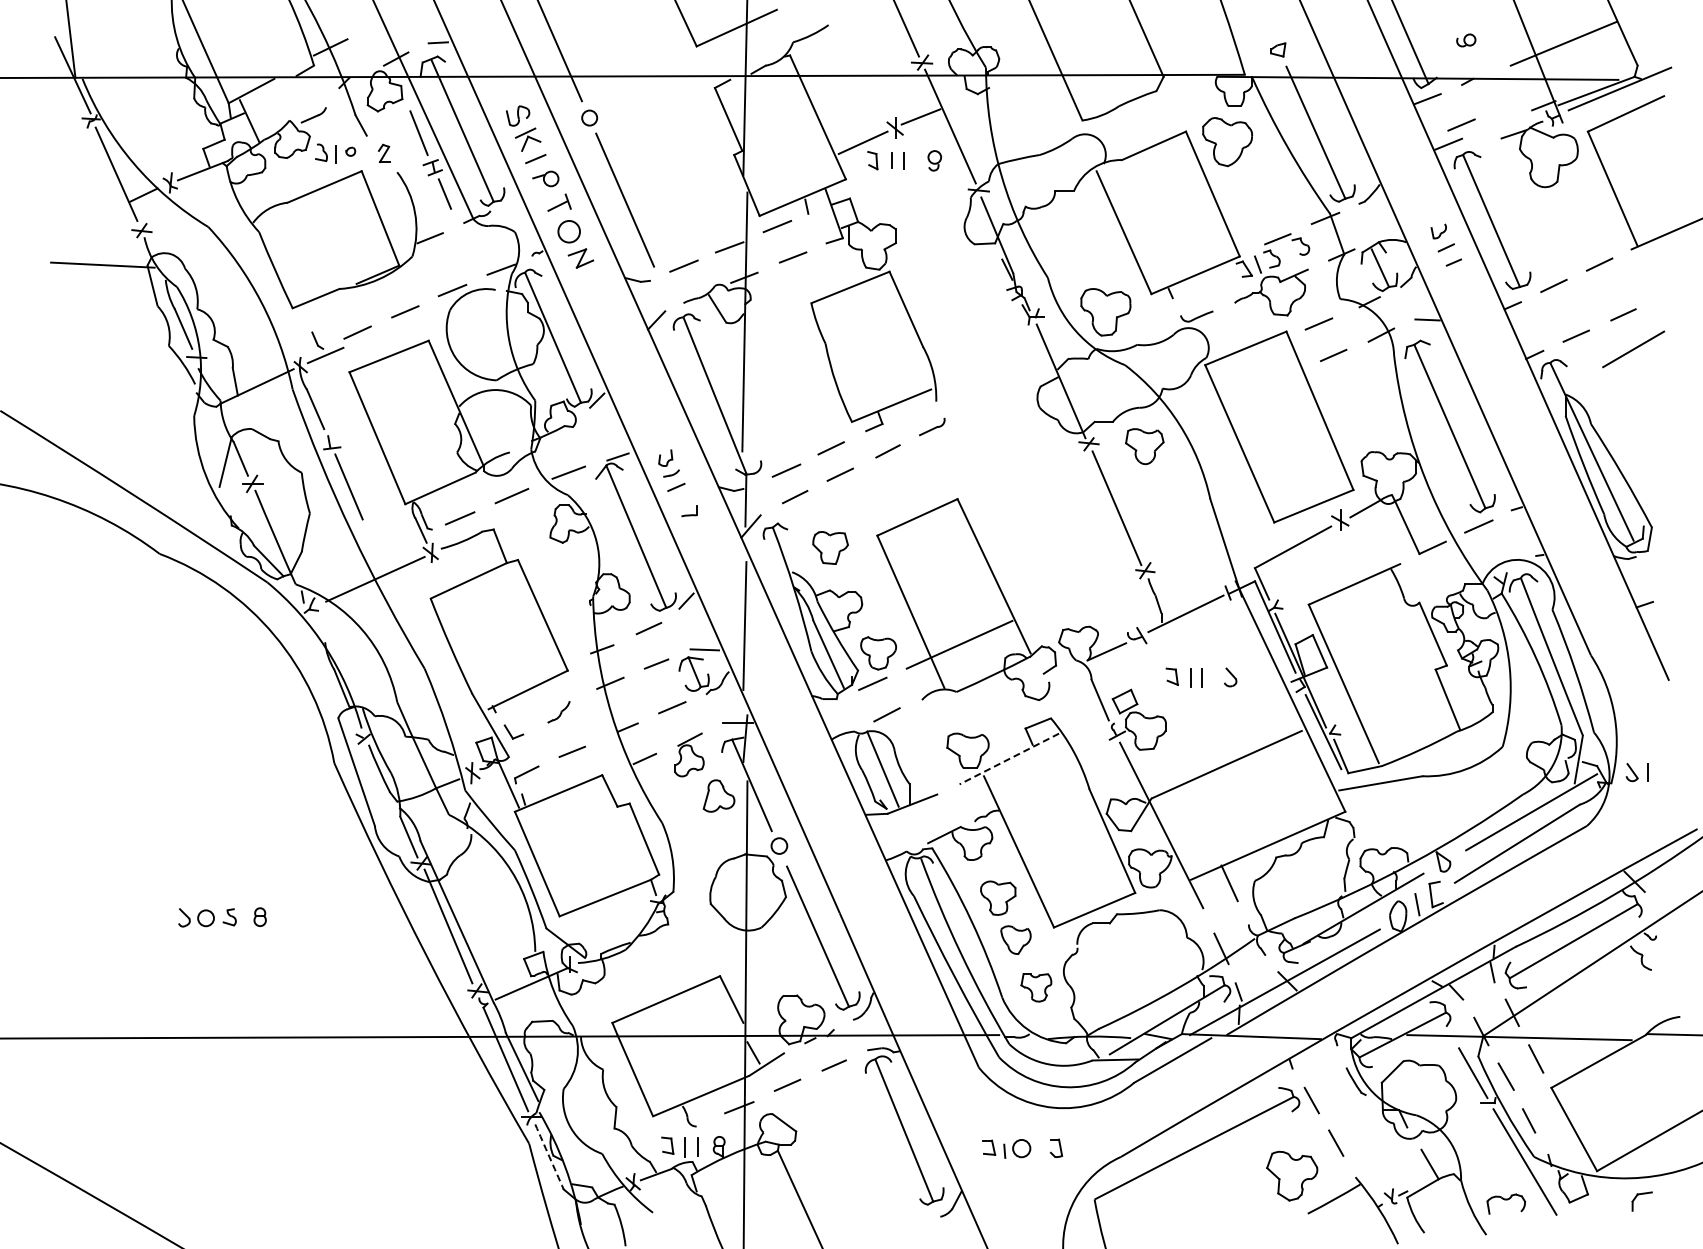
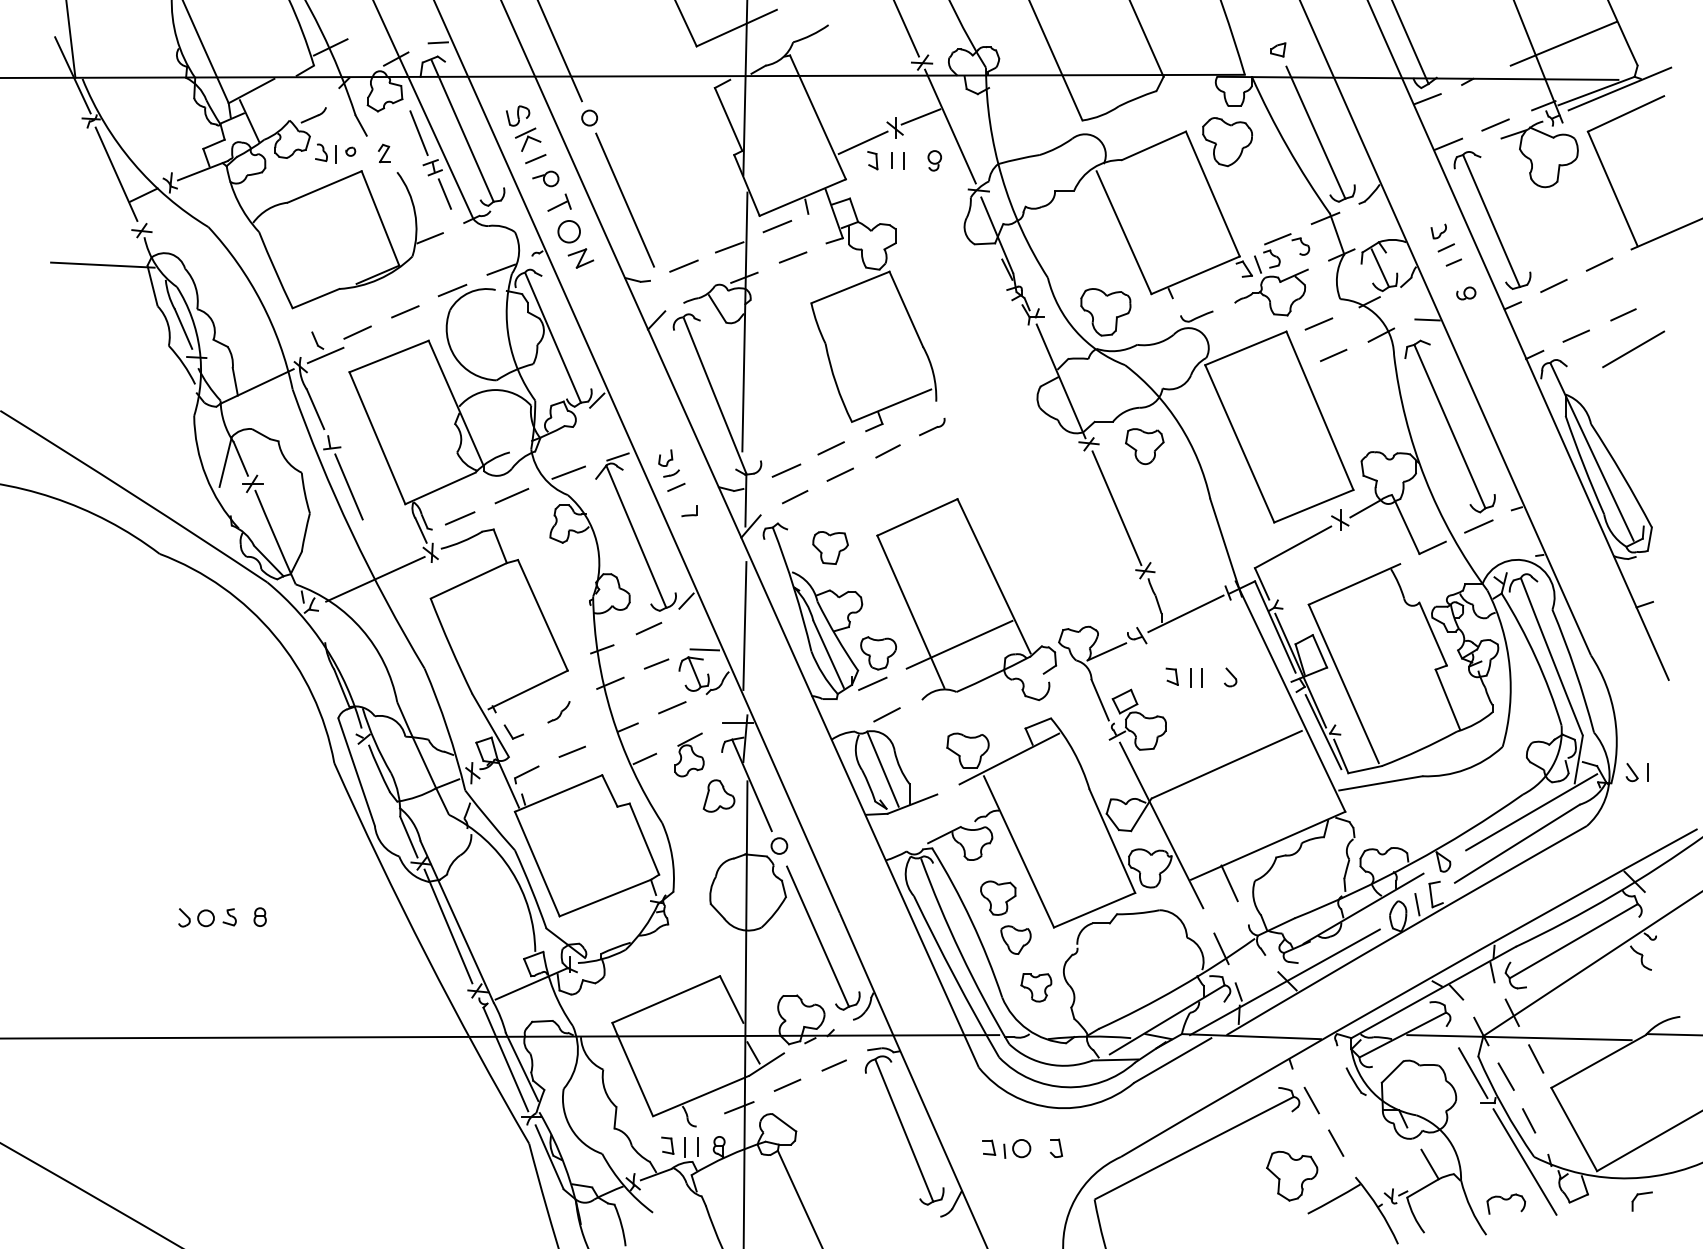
part at (1466, 40) position: (1466, 40) -> (1466, 293)
line at (1461, 124) position: (1461, 124) -> (1495, 124)
line at (1009, 759): dashed -> solid
arc at (549, 1156): dashed -> solid
